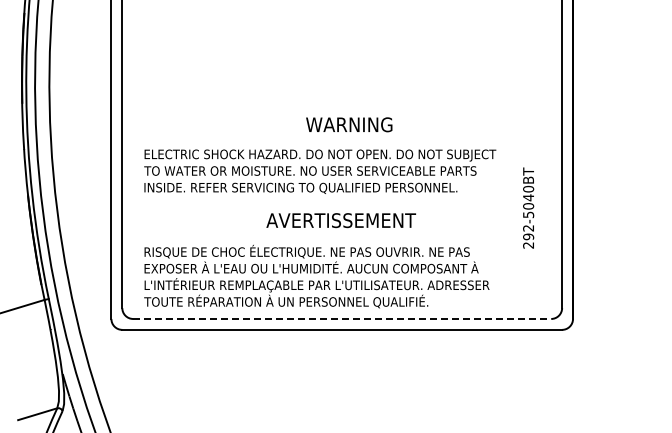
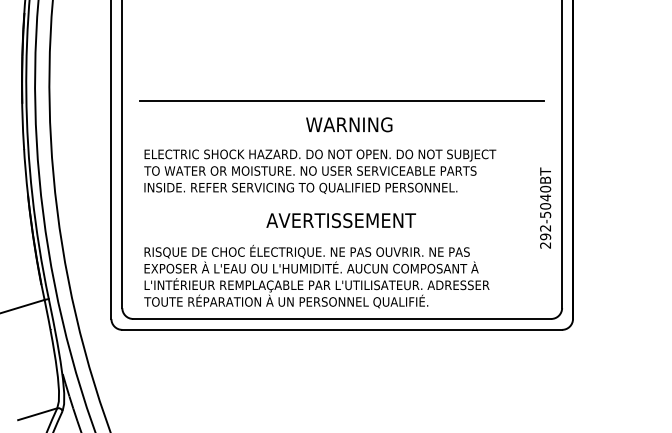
line at (341, 100): none -> present
text at (528, 207) position: (528, 207) -> (545, 207)
line at (342, 318): dashed -> solid
